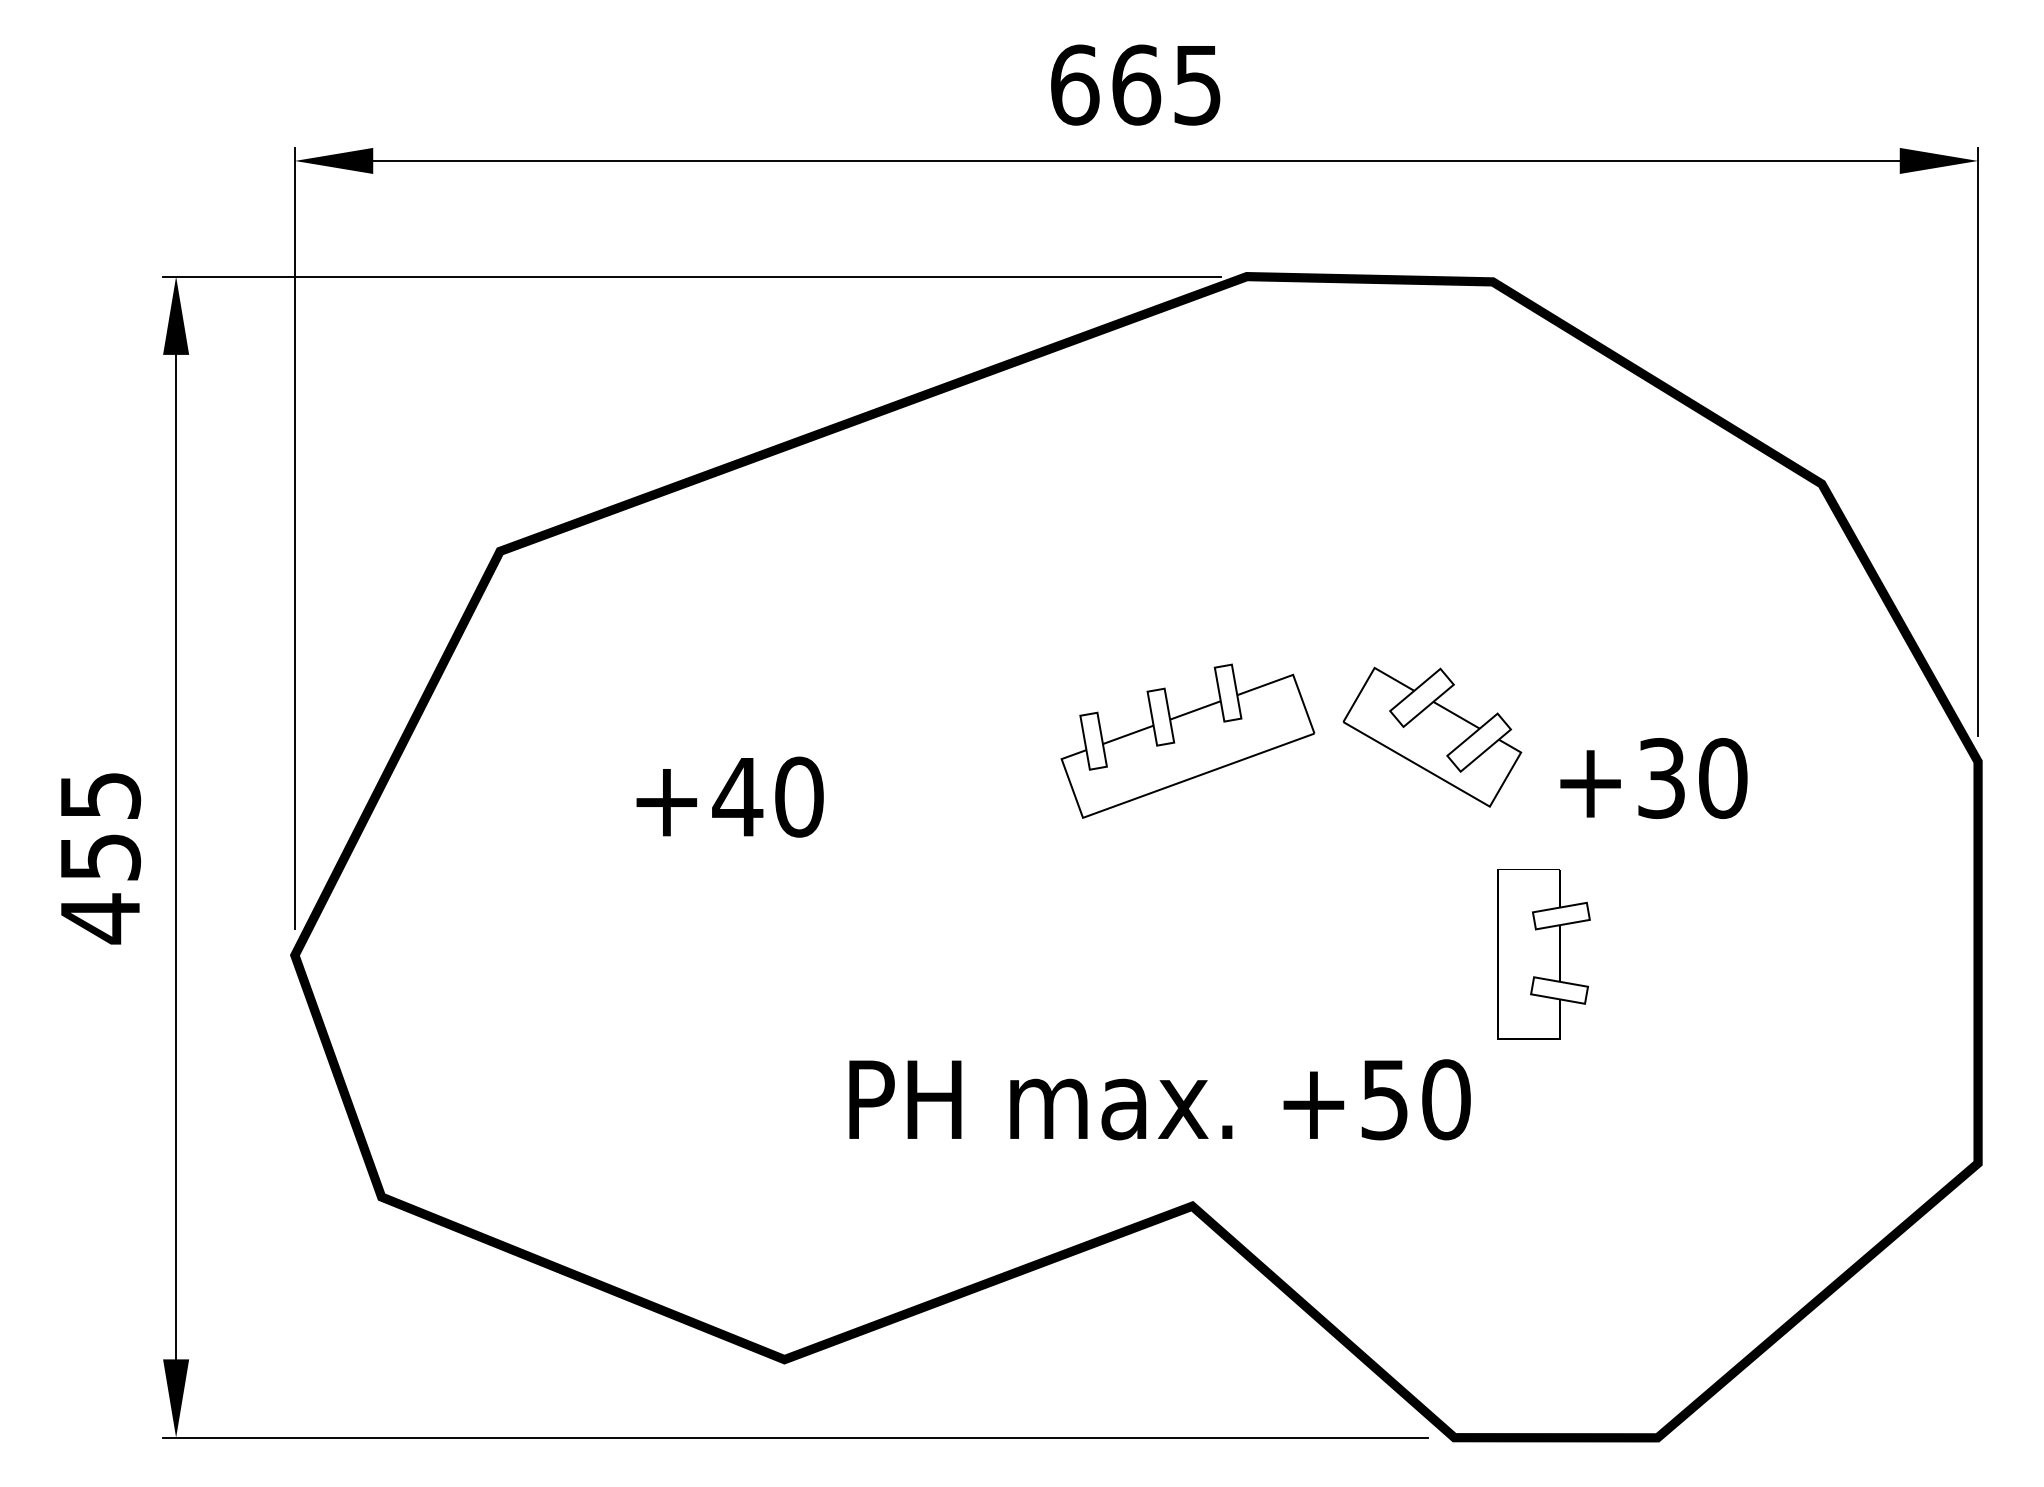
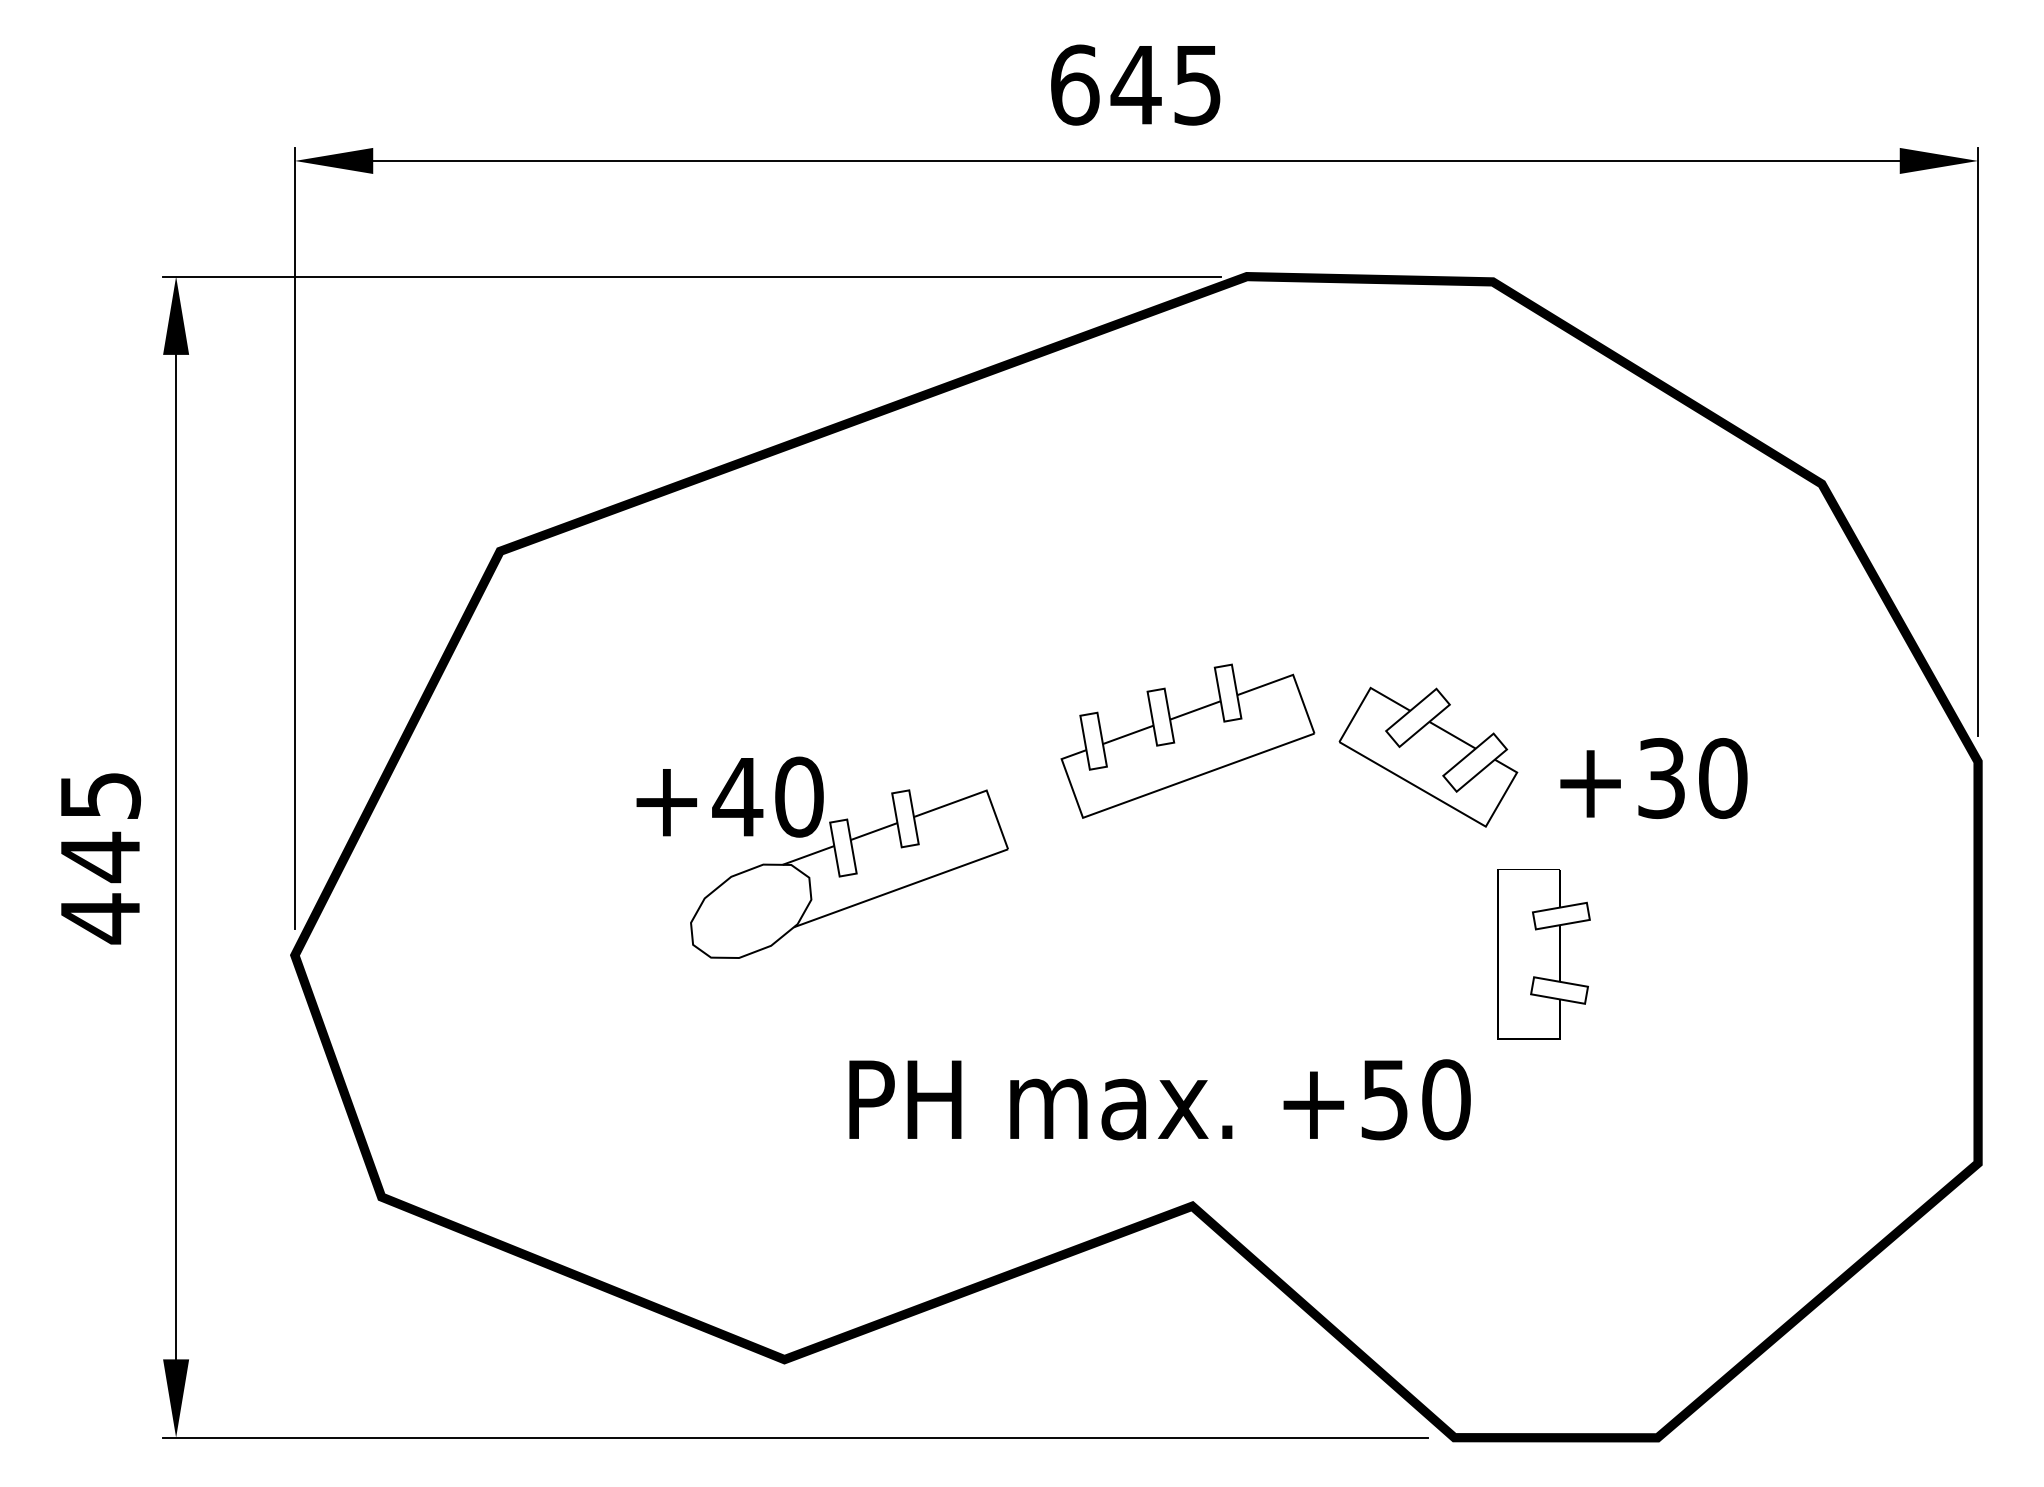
text at (1135, 84): 665 -> 645
part at (1432, 736) position: (1432, 736) -> (1428, 756)
text at (101, 857): 455 -> 445
part at (849, 873): none -> present
